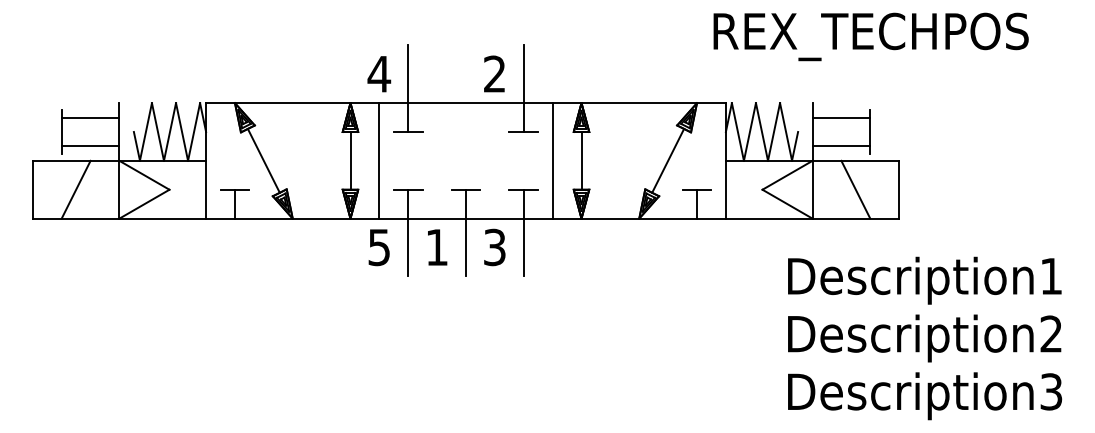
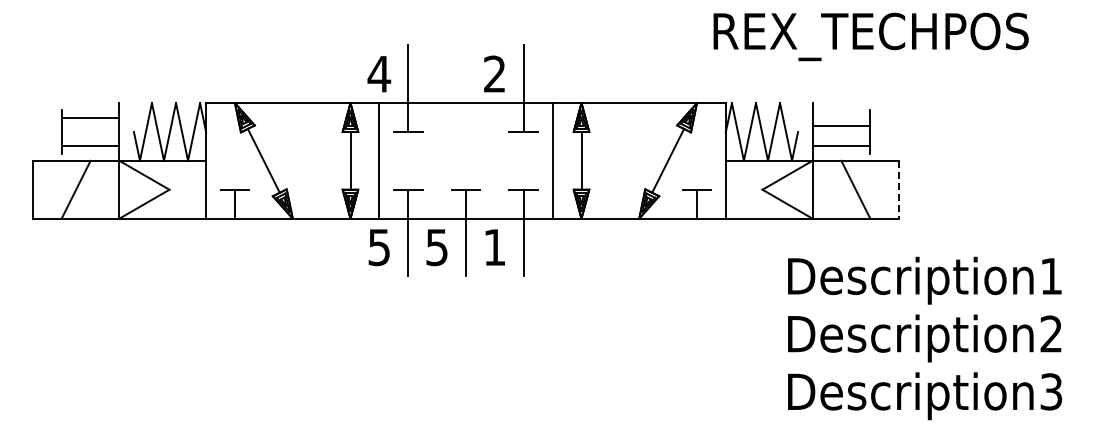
line at (841, 117) position: (841, 117) -> (841, 125)
line at (899, 189): solid -> dashed
text at (436, 247): 1 -> 5
text at (494, 247): 3 -> 1
